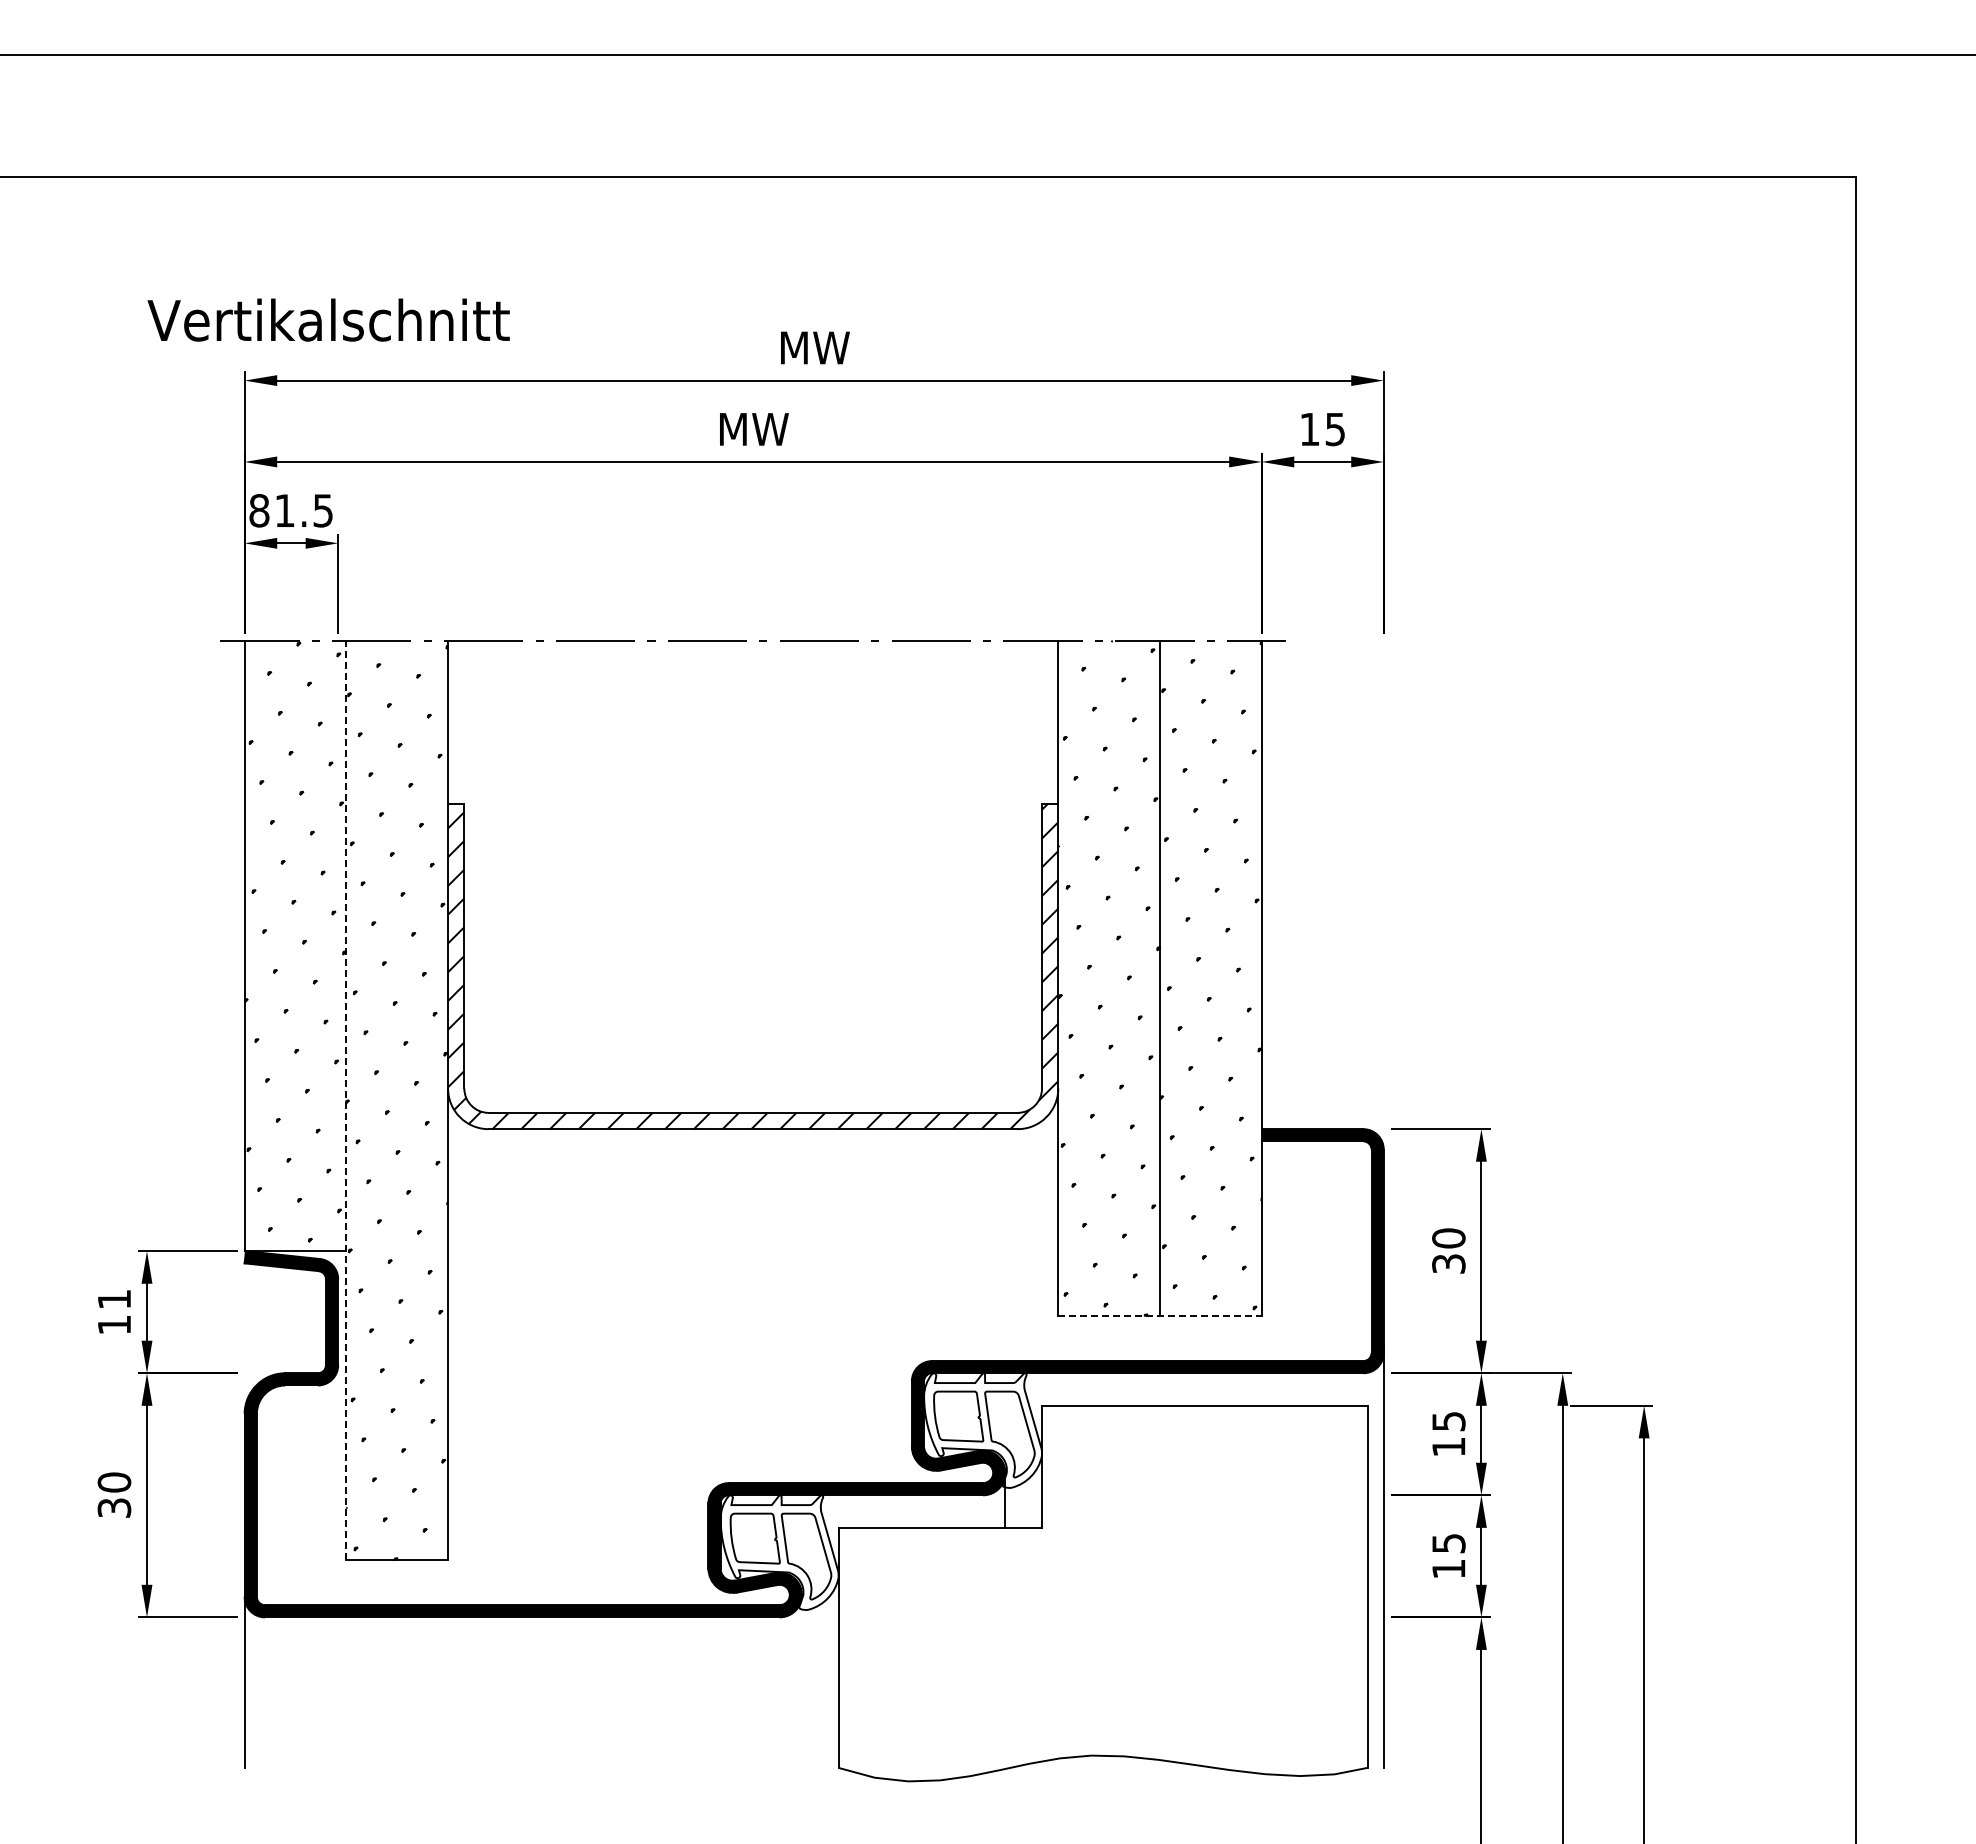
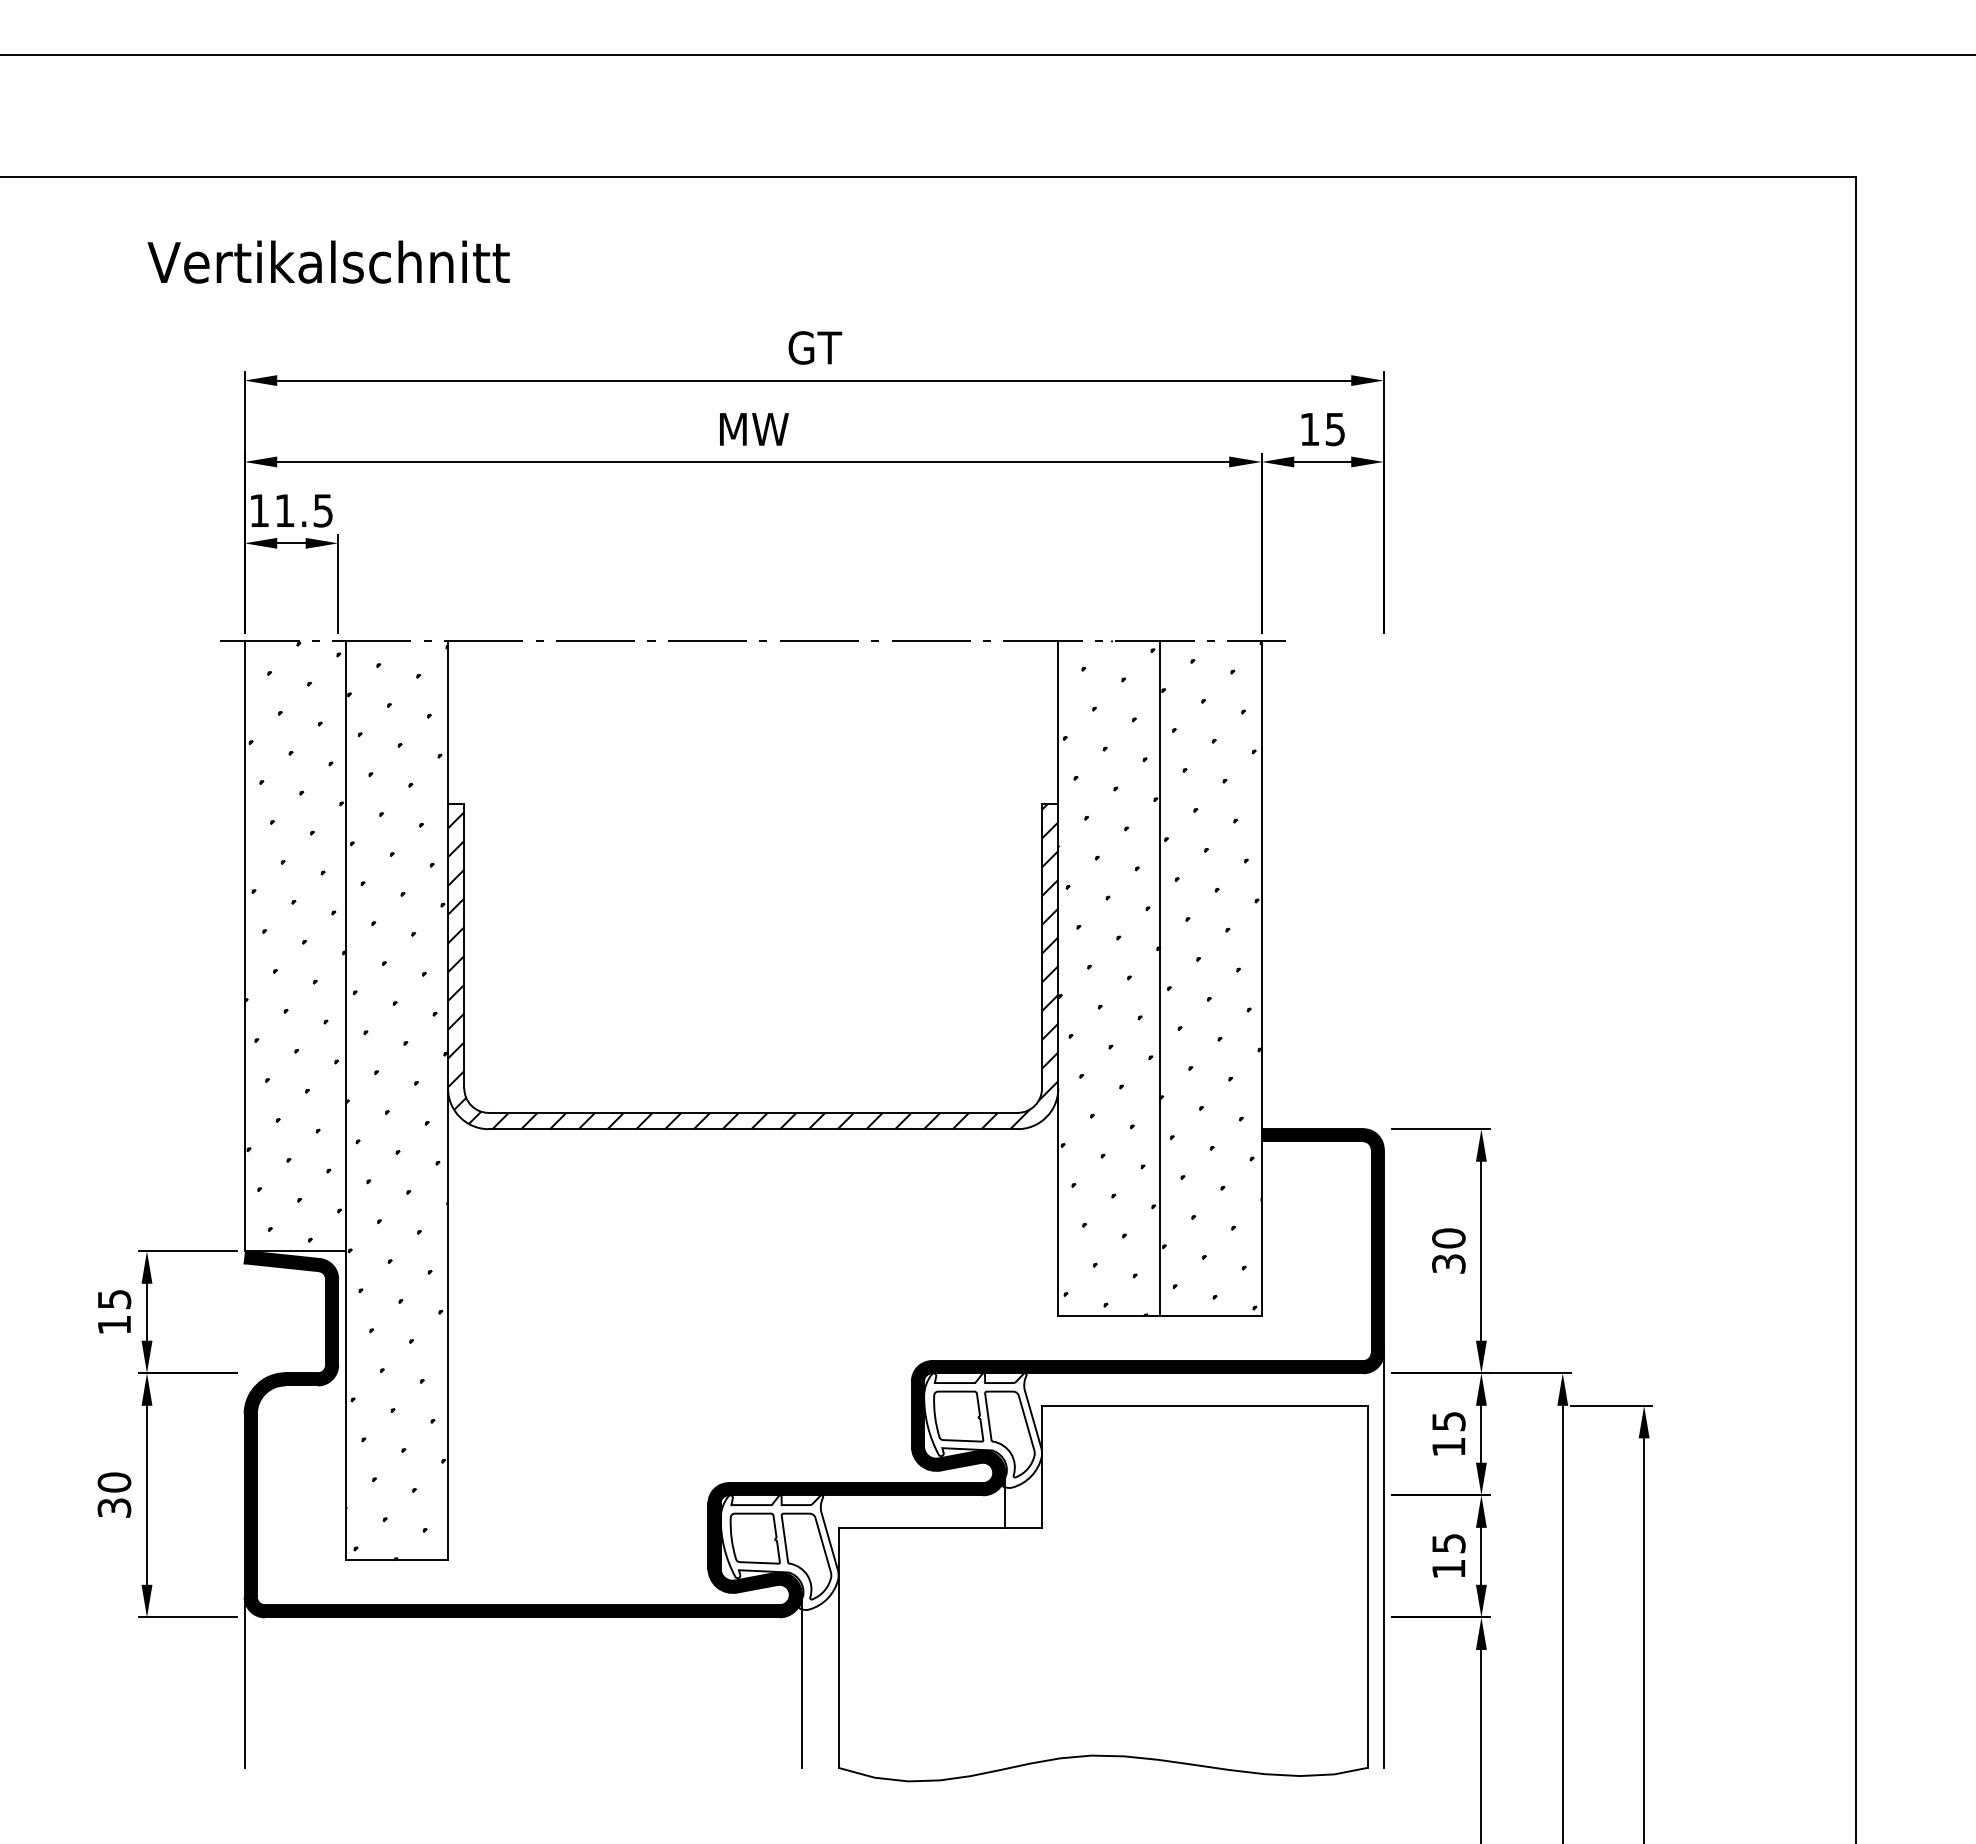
text at (328, 319) position: (328, 319) -> (328, 261)
text at (815, 347): MW -> GT
text at (259, 510): 81.5 -> 11.5
line at (346, 1100): dashed -> solid
text at (114, 1299): 11 -> 15
line at (1160, 1316): dashed -> solid
line at (802, 1680): none -> present
